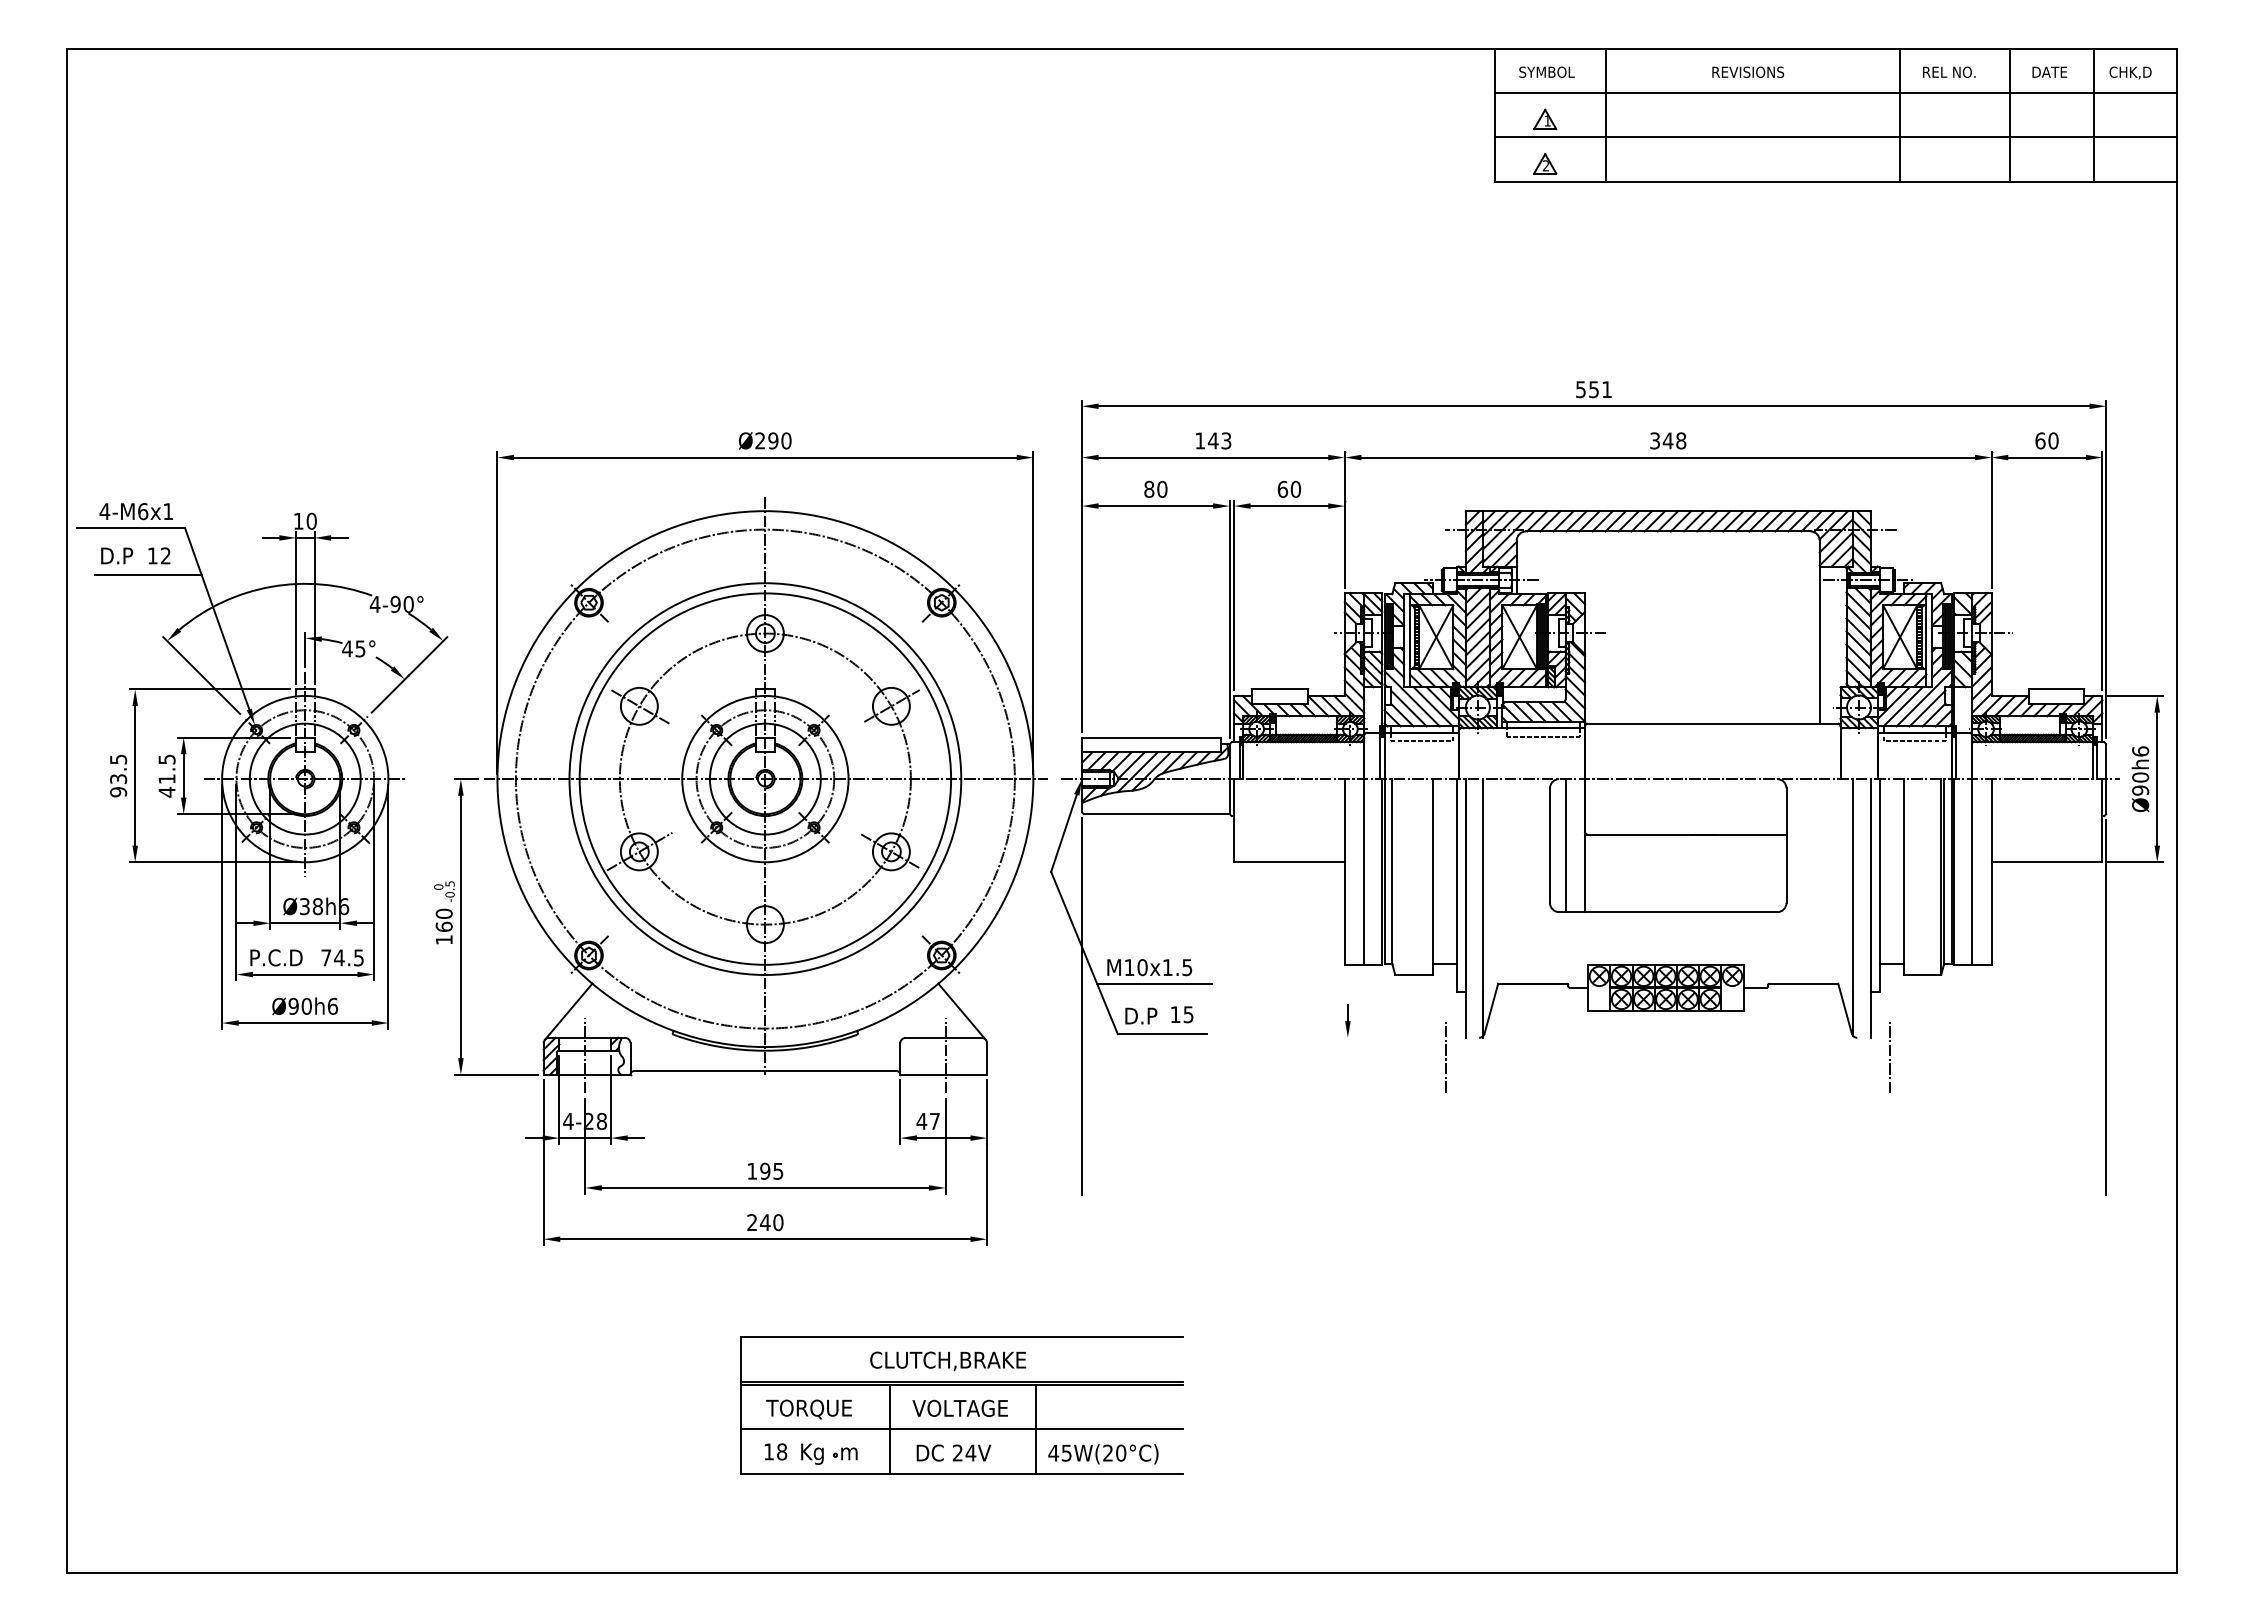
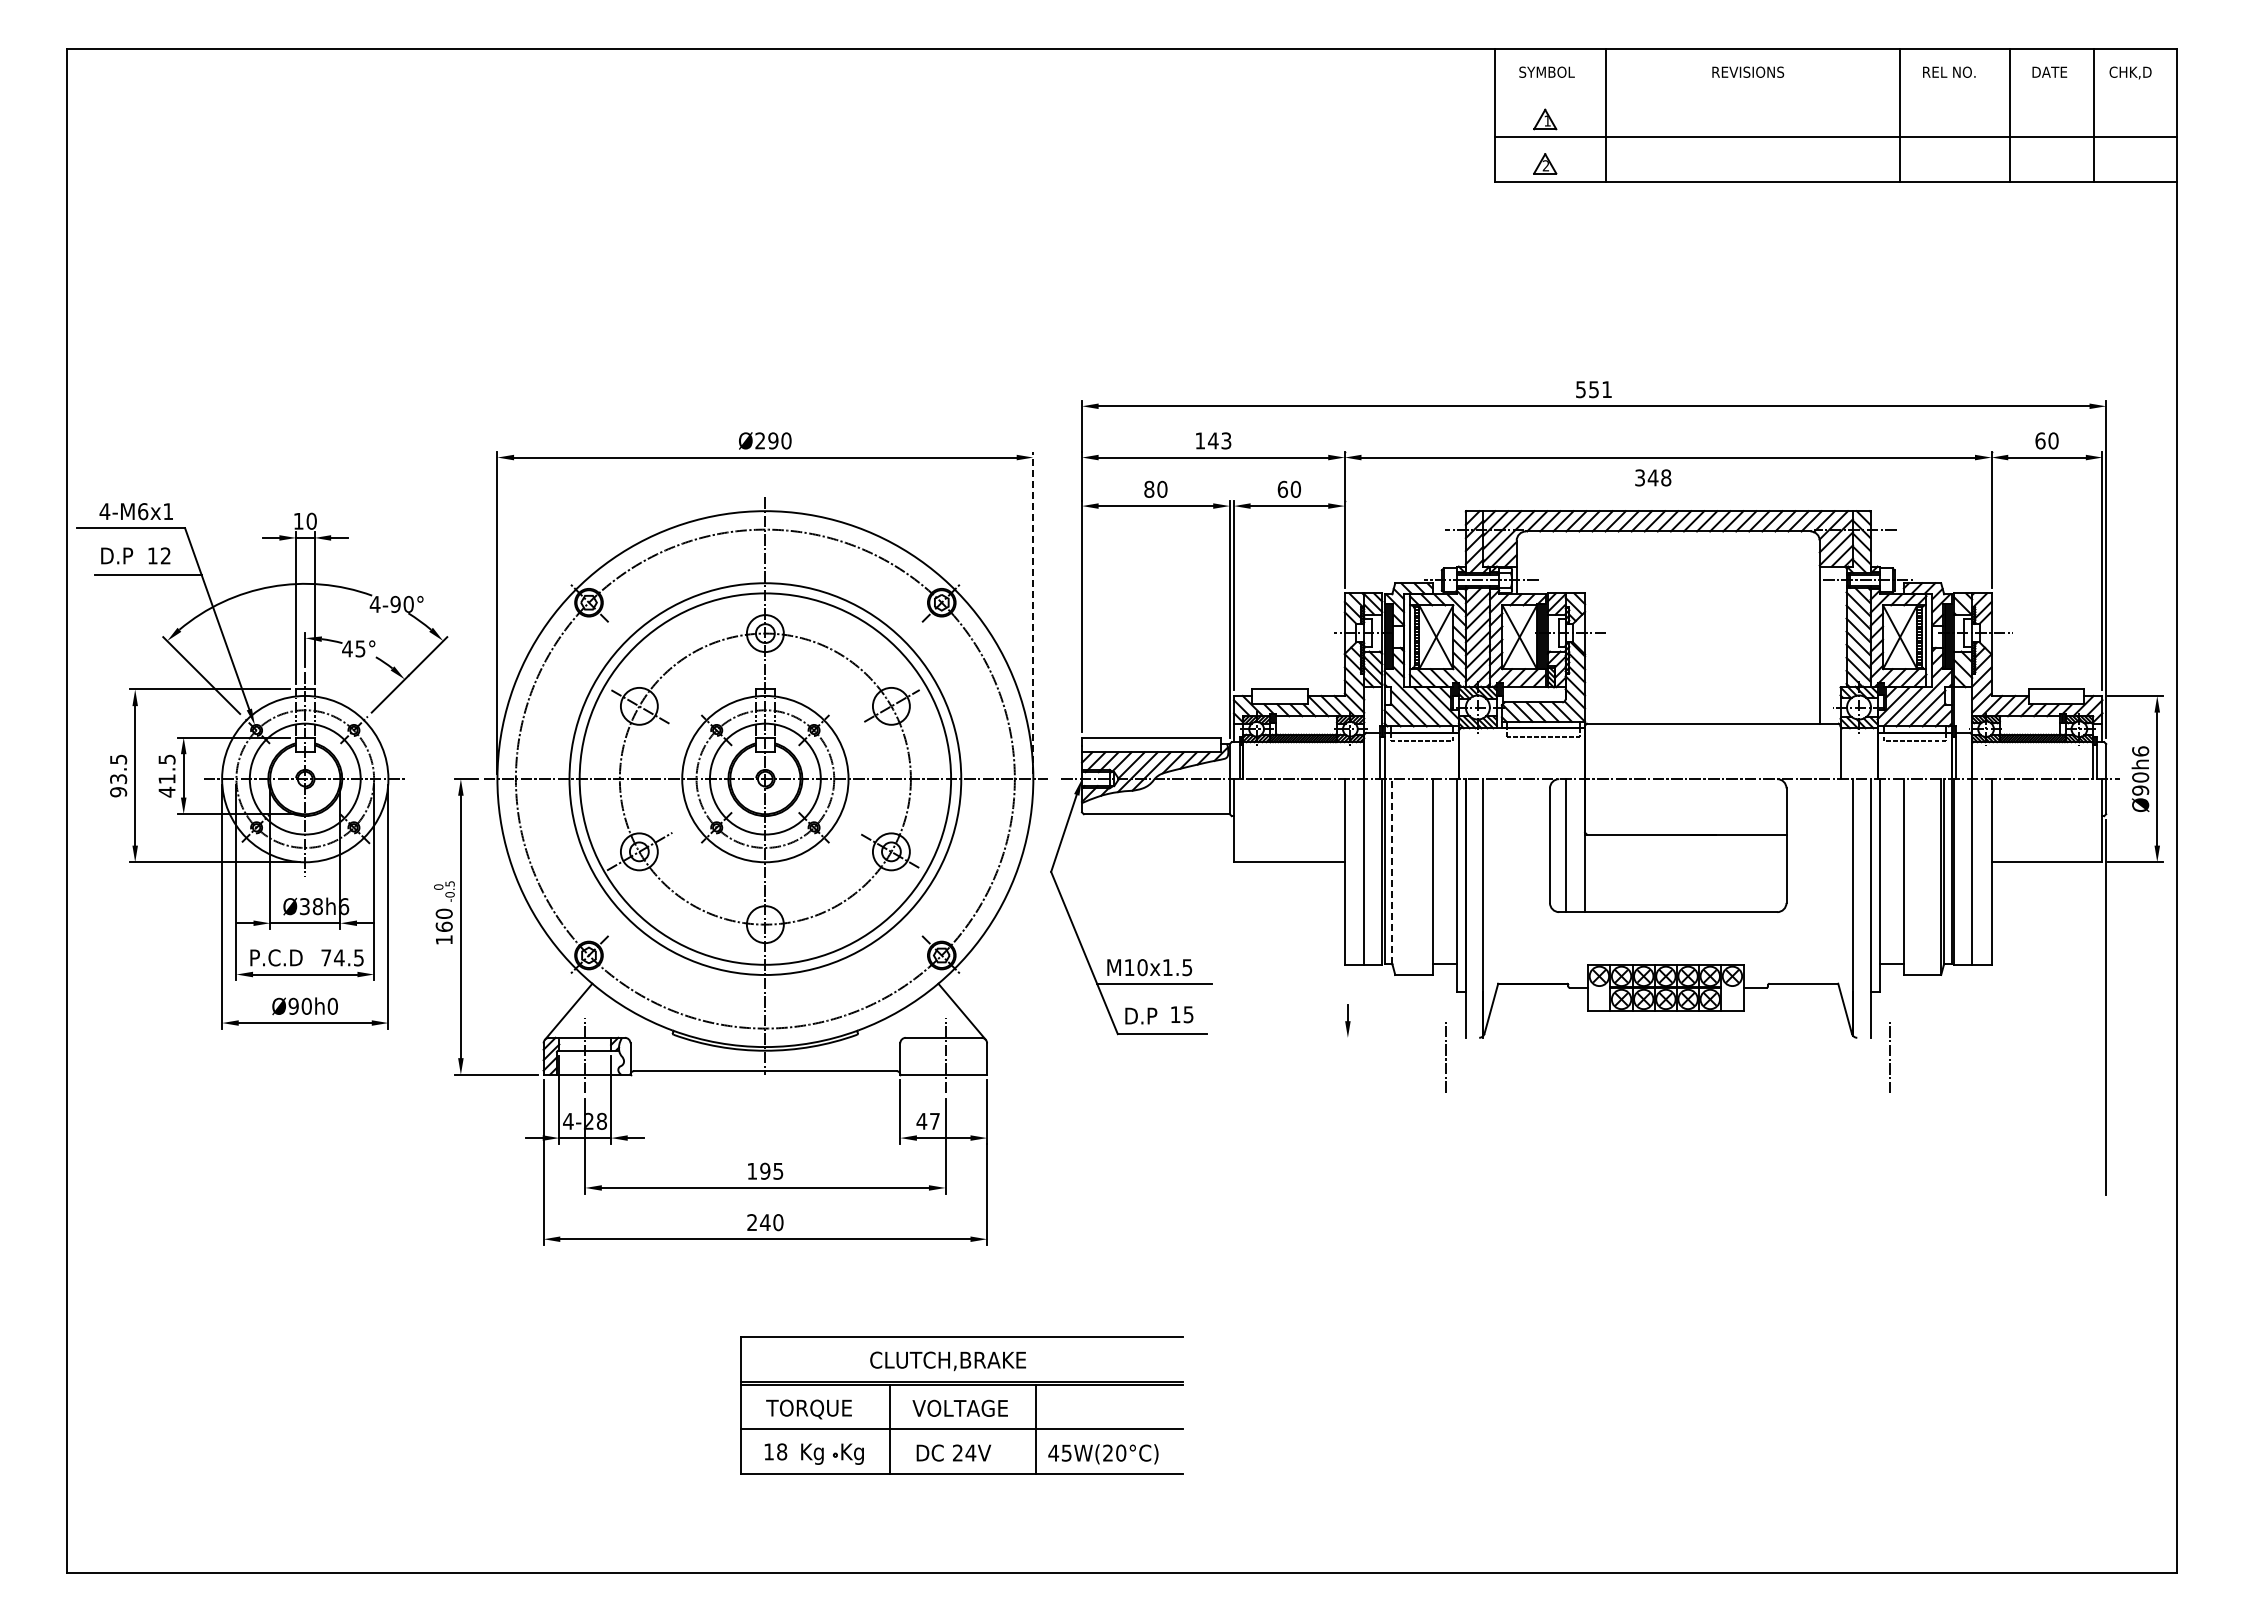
line at (1835, 93): present -> none
text at (1668, 440) position: (1668, 440) -> (1653, 477)
line at (1033, 612): solid -> dashed
line at (1392, 871): solid -> dashed
text at (332, 1005): Ø90h6 -> Ø90h0
line at (1081, 1005): present -> none
text at (852, 1453): m -> Kg
